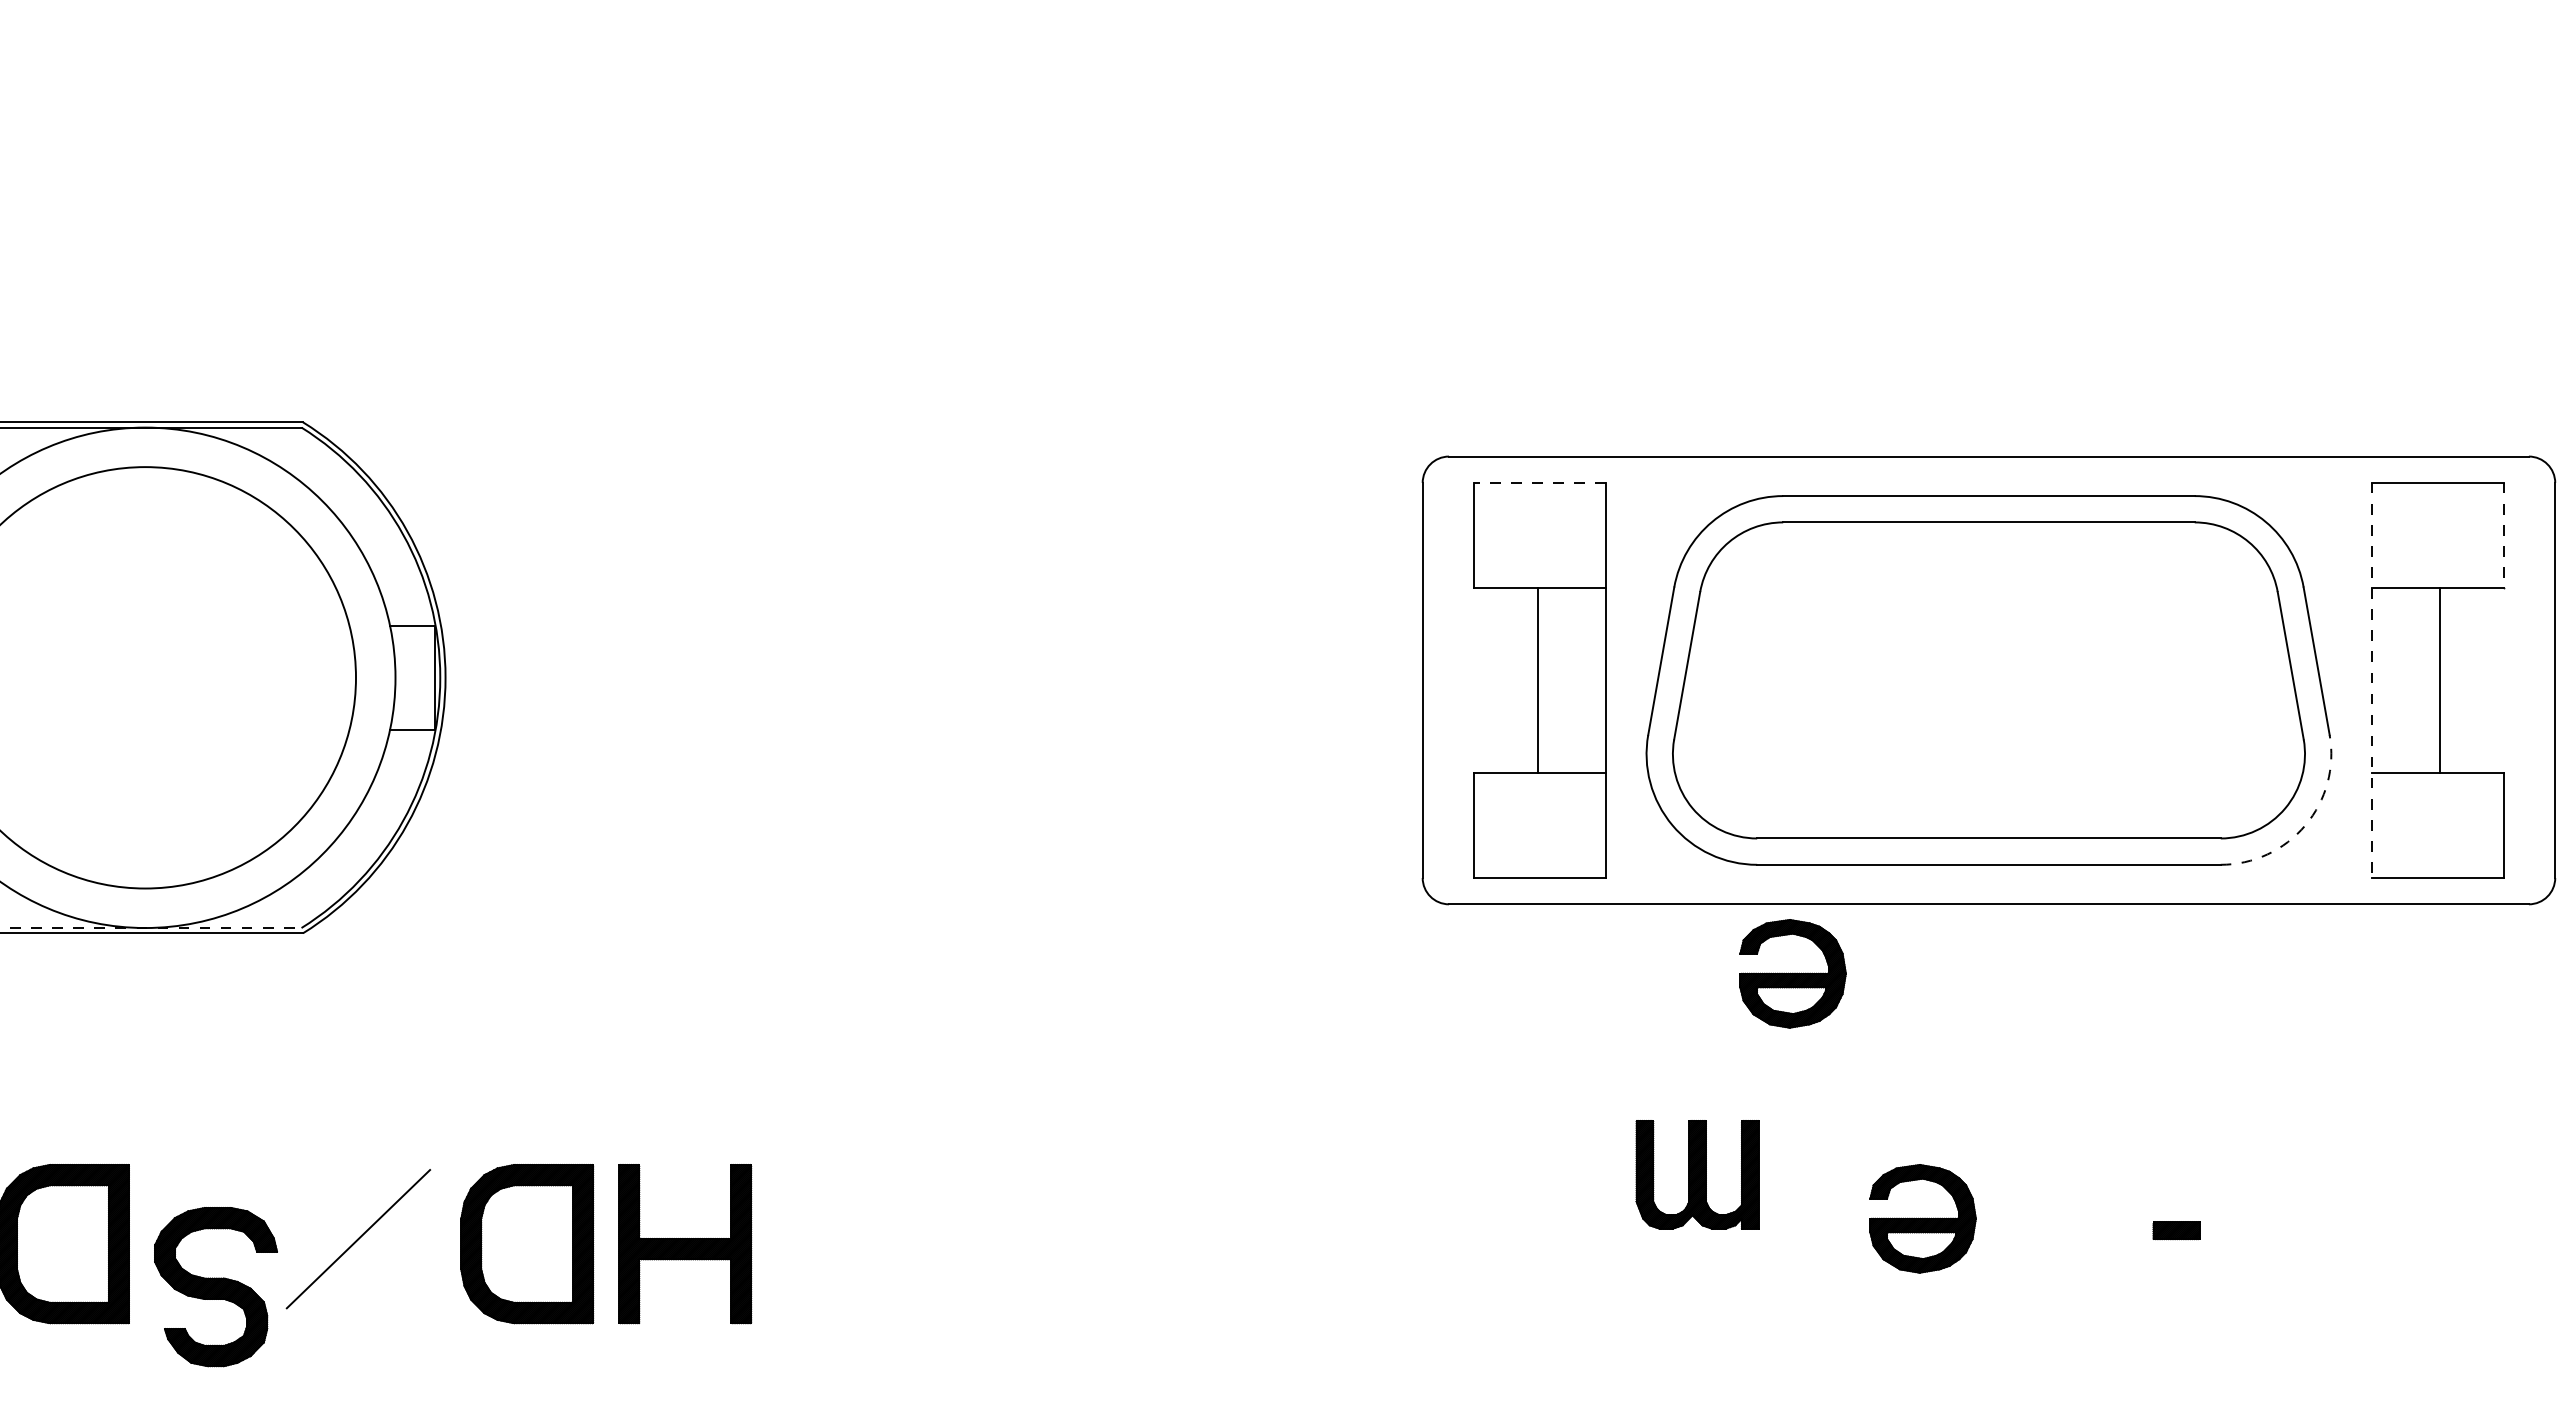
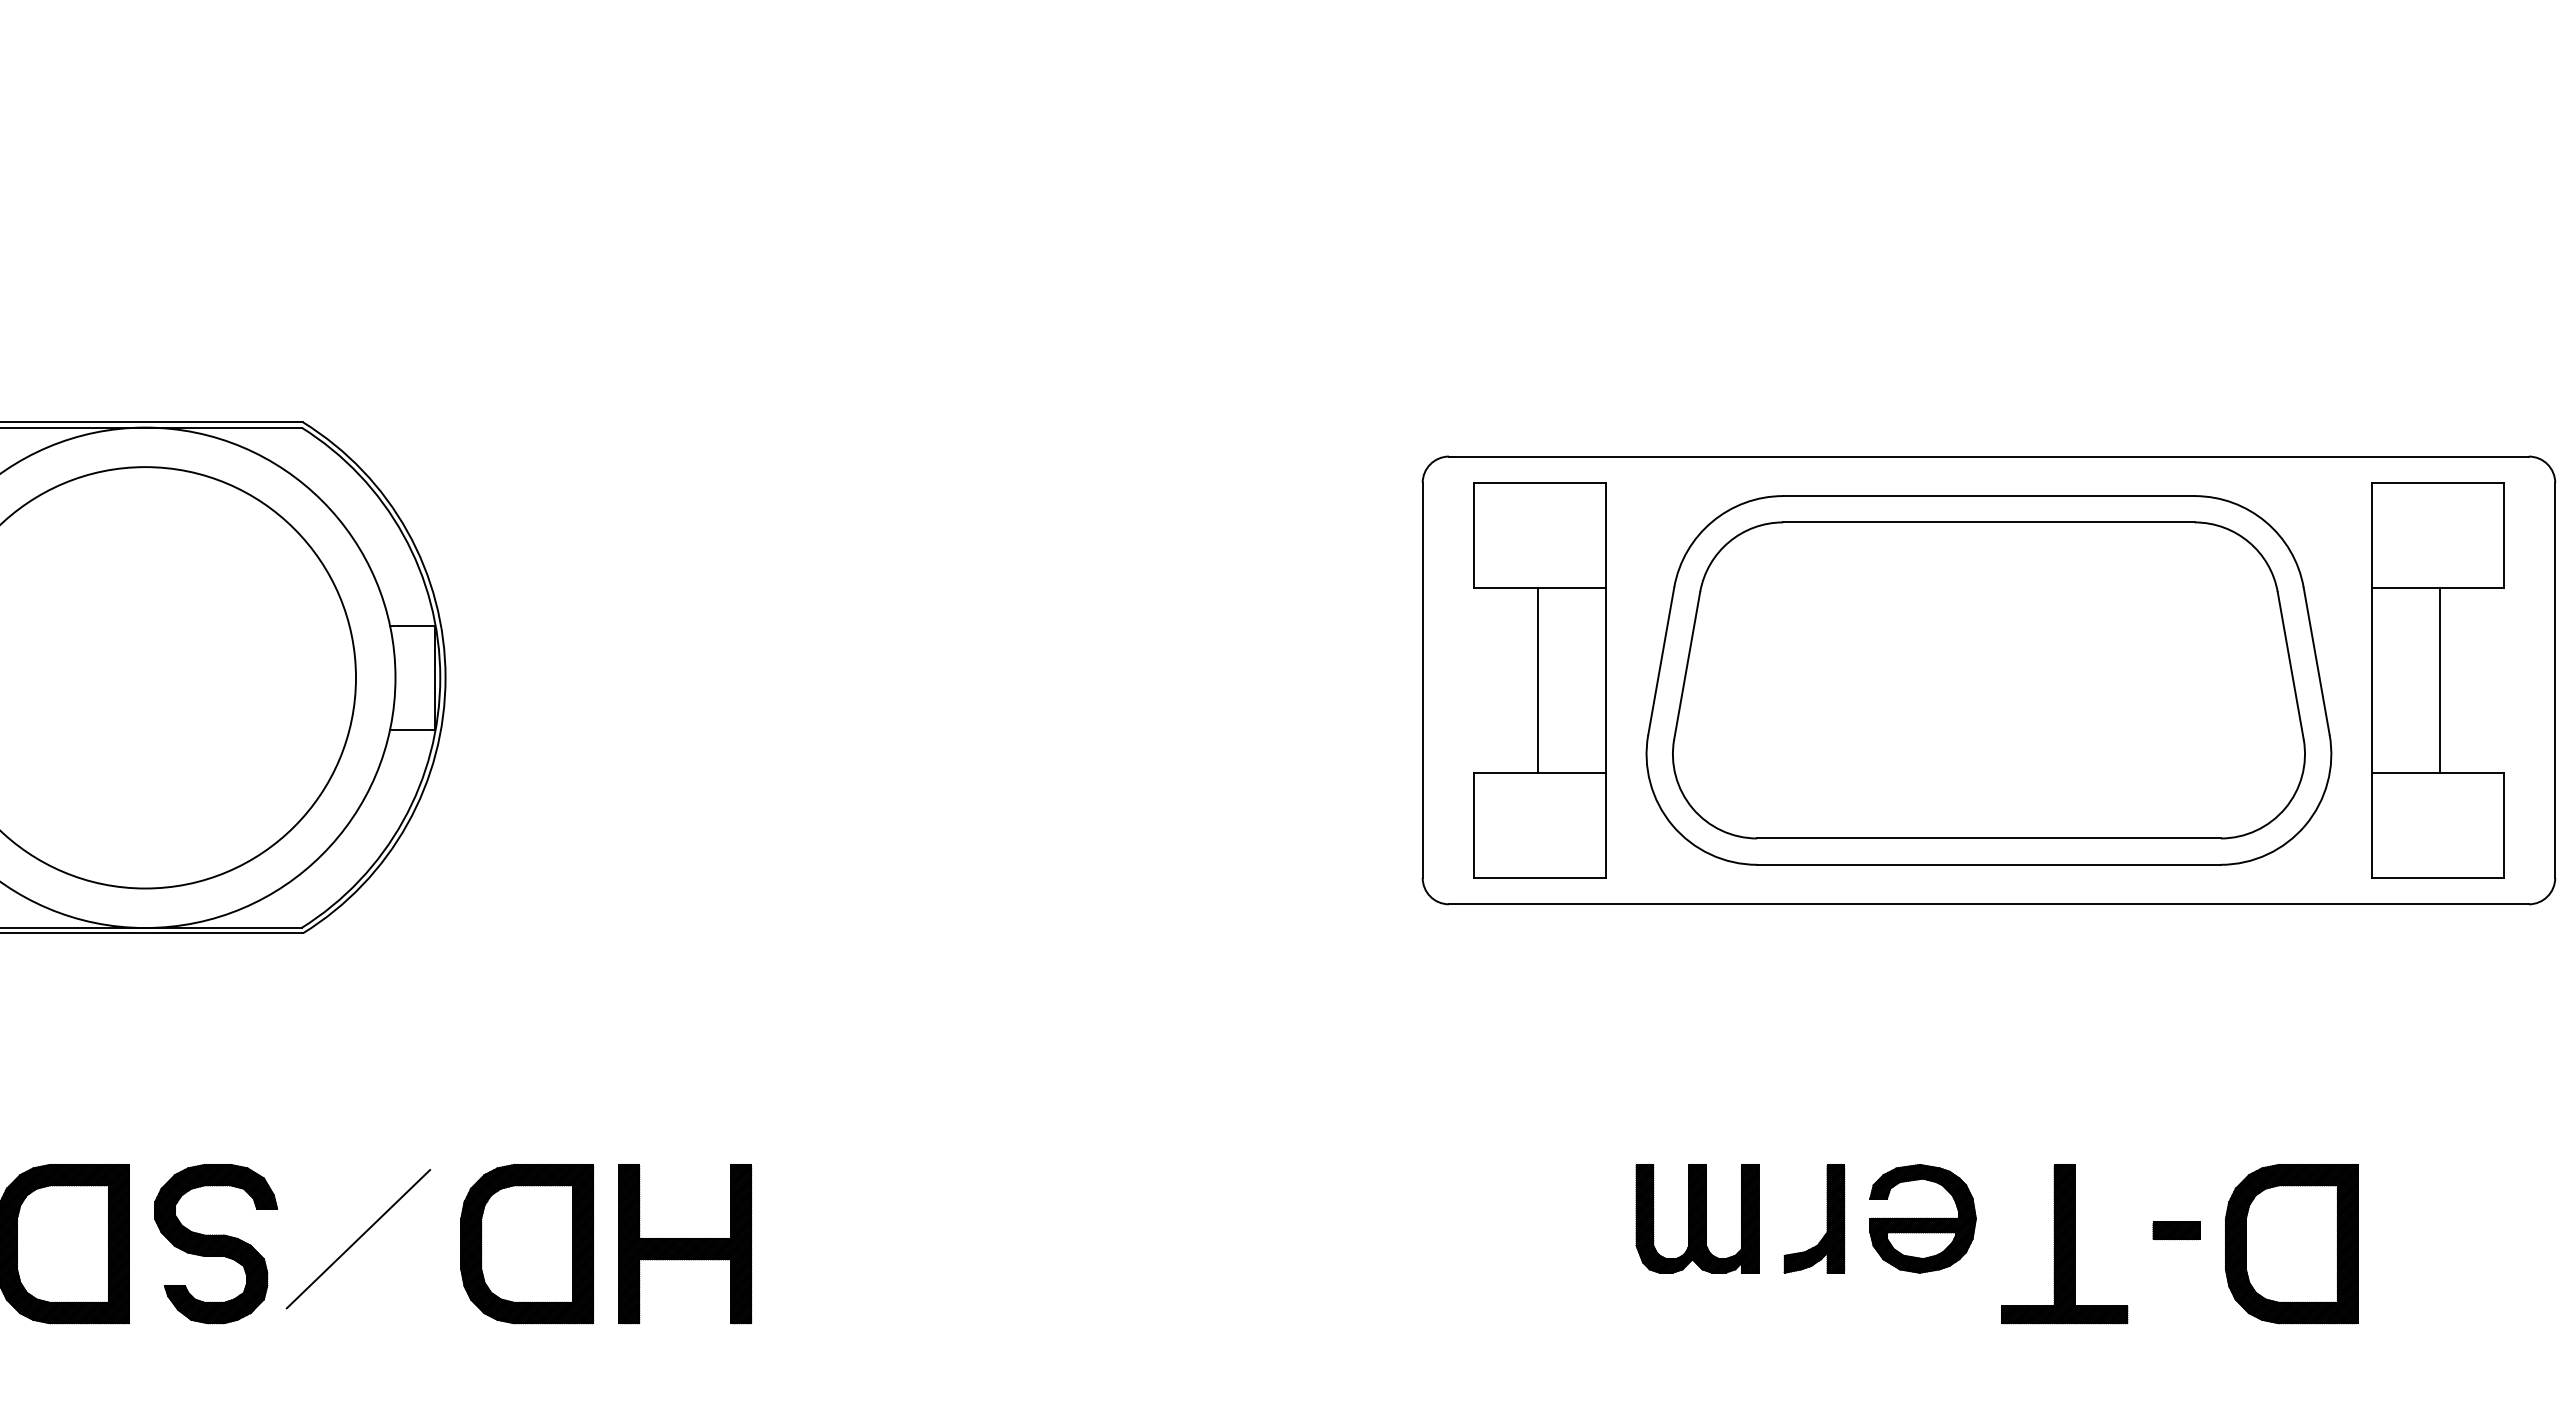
line at (1540, 482): dashed -> solid
line at (2503, 535): dashed -> solid
line at (2371, 680): dashed -> solid
arc at (2305, 825): dashed -> solid
line at (150, 928): dashed -> solid
part at (1792, 973): present -> none
part at (1697, 1174) position: (1697, 1174) -> (1697, 1218)
part at (1826, 1218): none -> present
part at (2064, 1244): none -> present
part at (2291, 1244): none -> present
part at (215, 1287) position: (215, 1287) -> (215, 1244)
